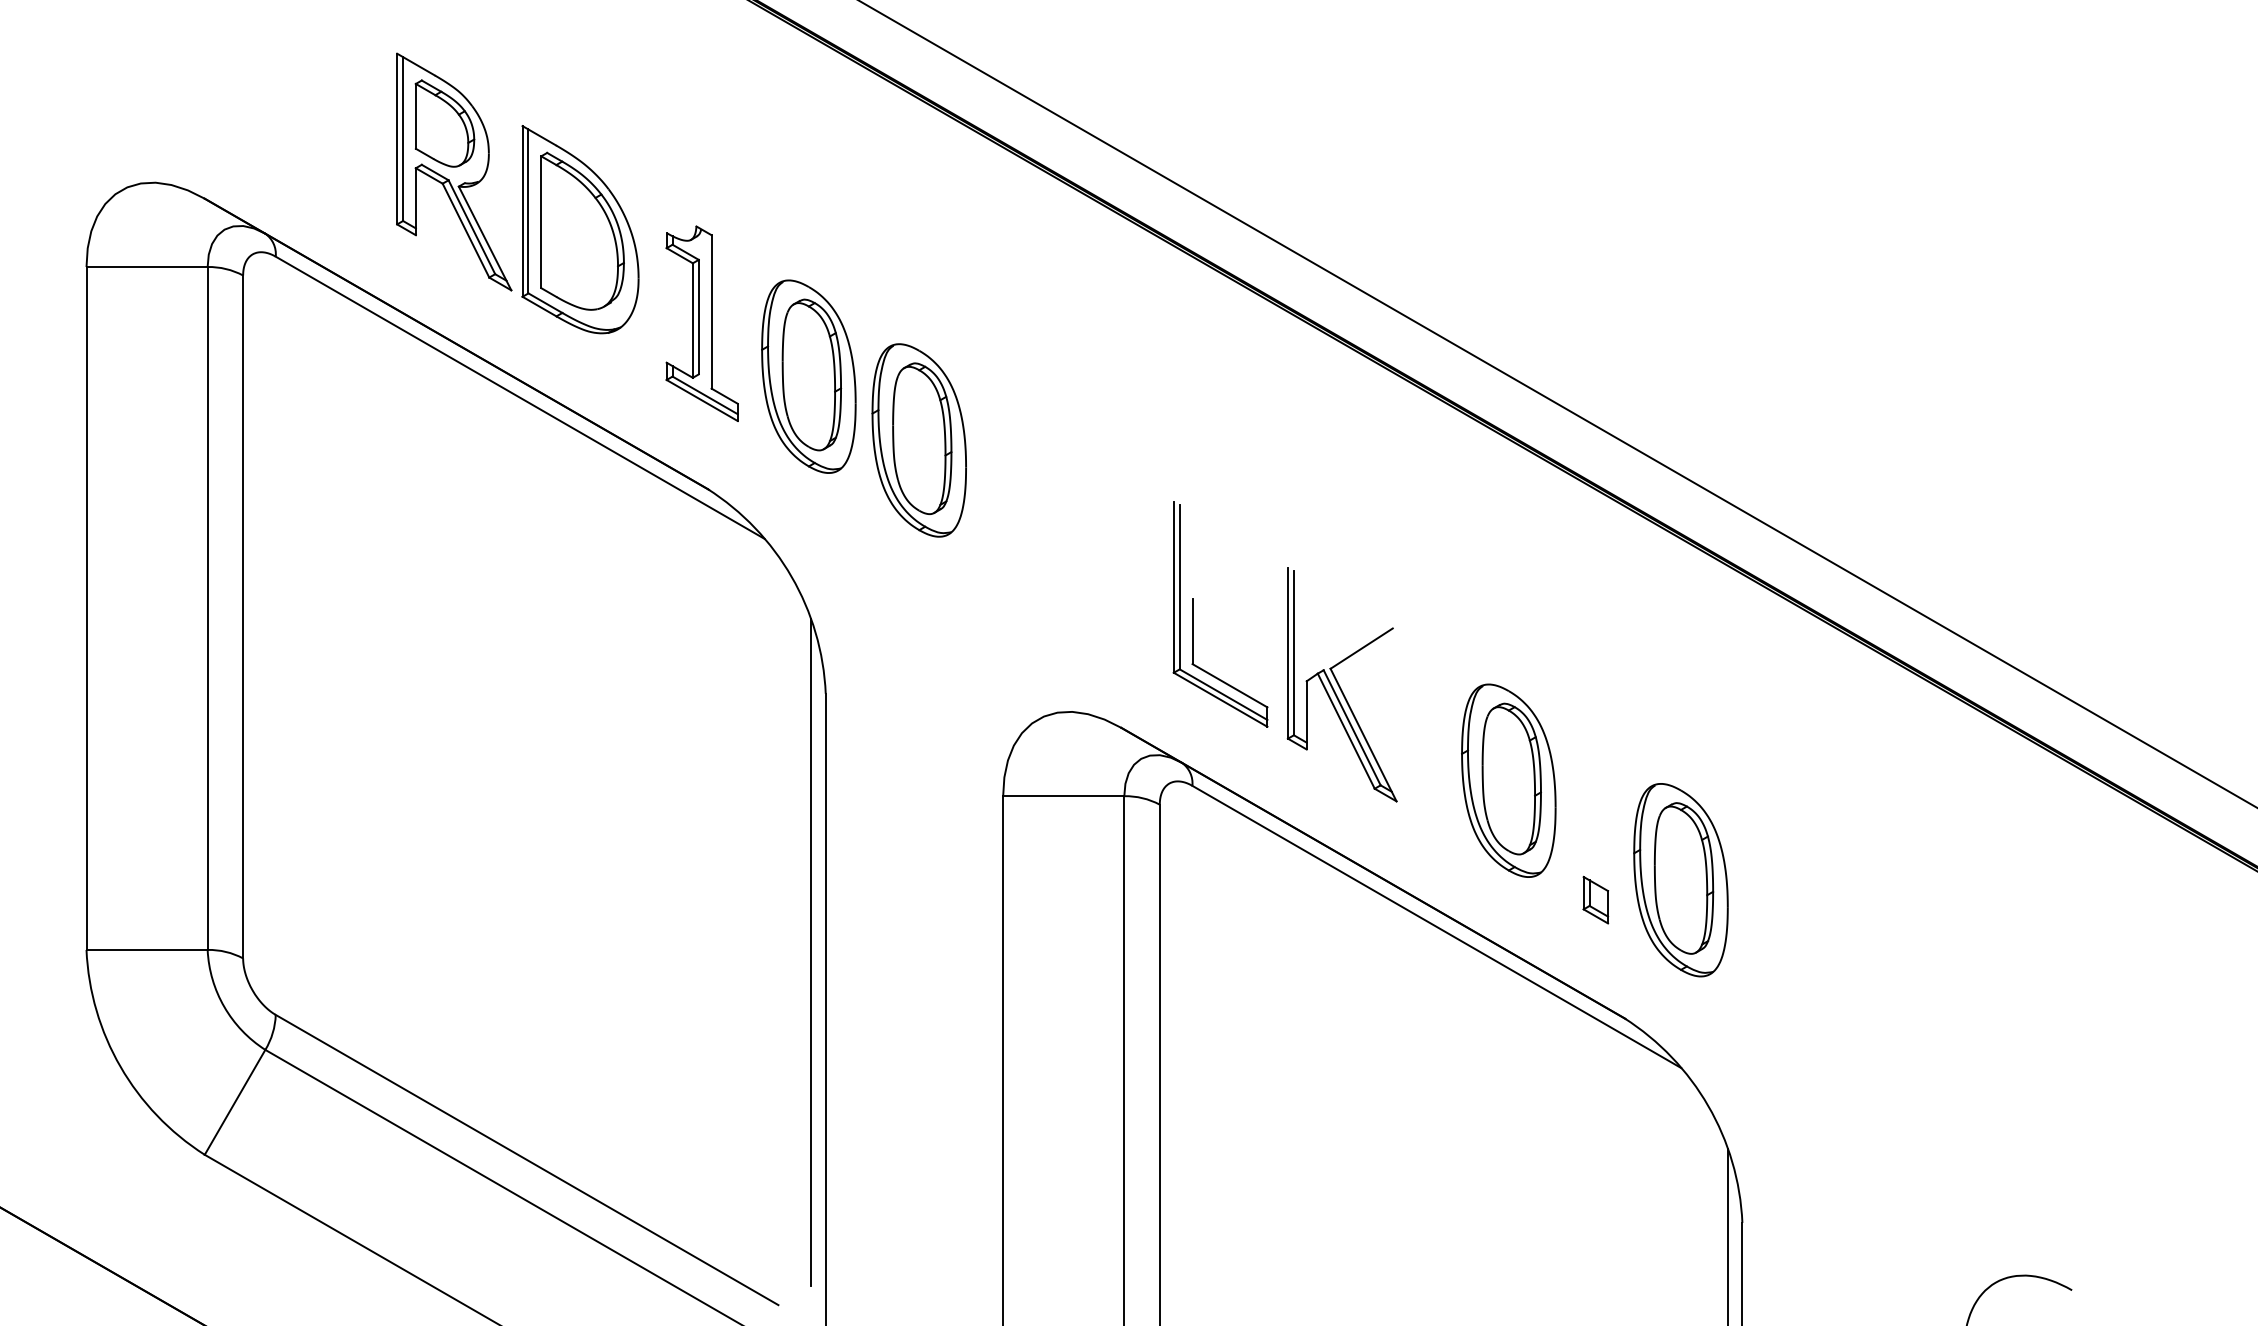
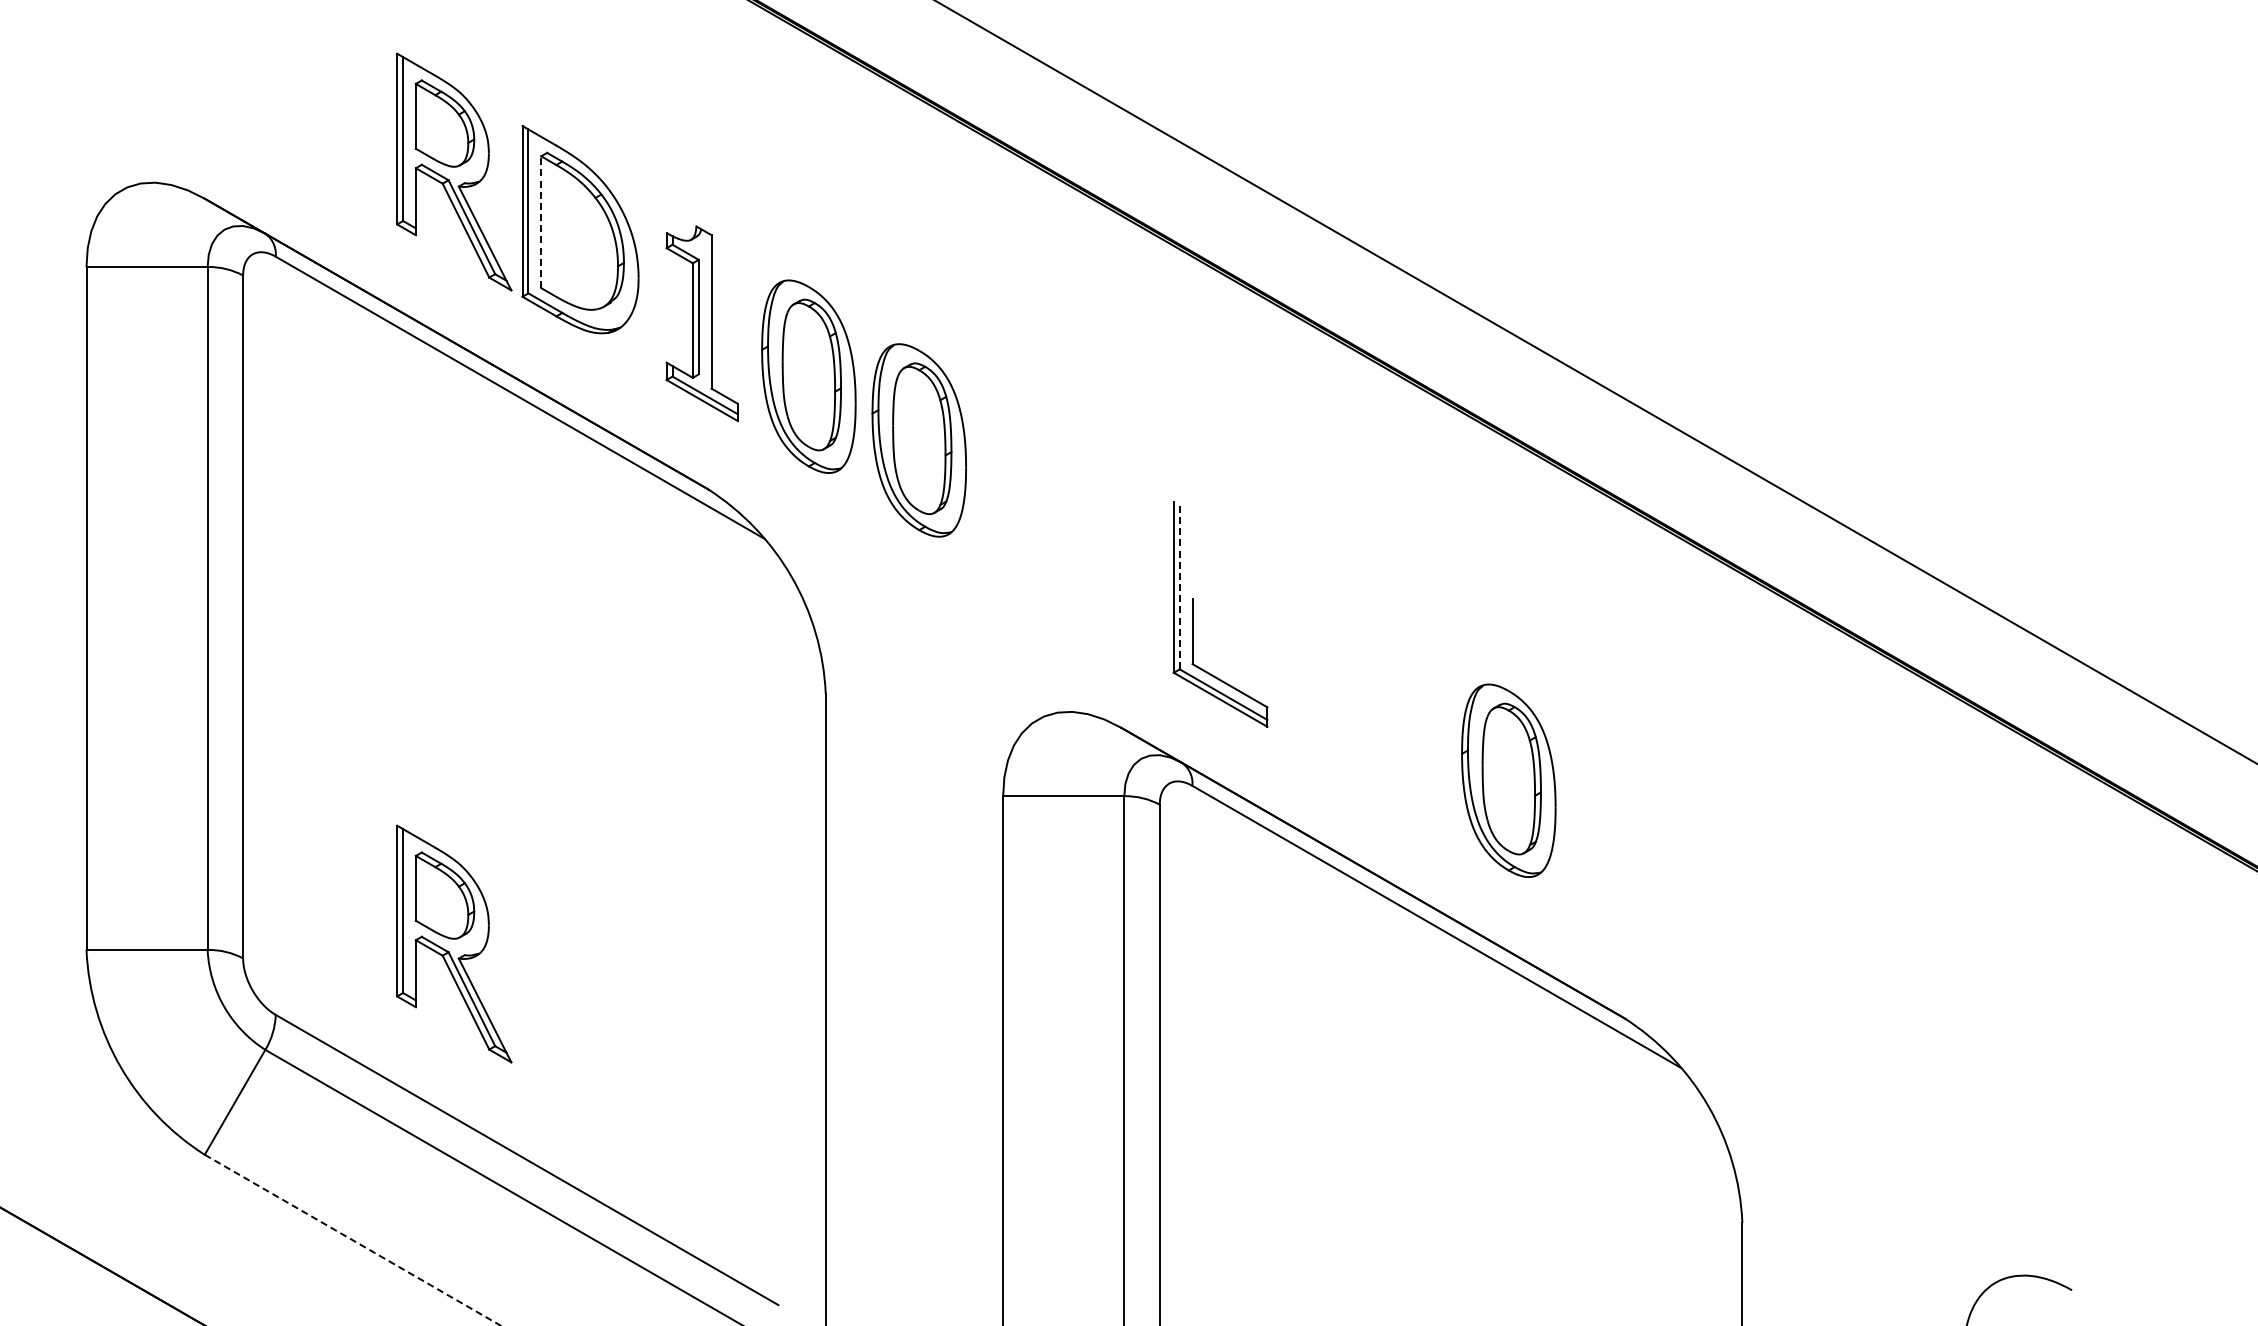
line at (541, 222): solid -> dashed
line at (1558, 404) position: (1558, 404) -> (1596, 382)
line at (1179, 587): solid -> dashed
part at (1341, 684): present -> none
part at (1680, 880): present -> none
part at (1595, 899): present -> none
part at (454, 943): none -> present
line at (811, 952): present -> none
line at (1727, 1235): present -> none
line at (352, 1240): solid -> dashed
